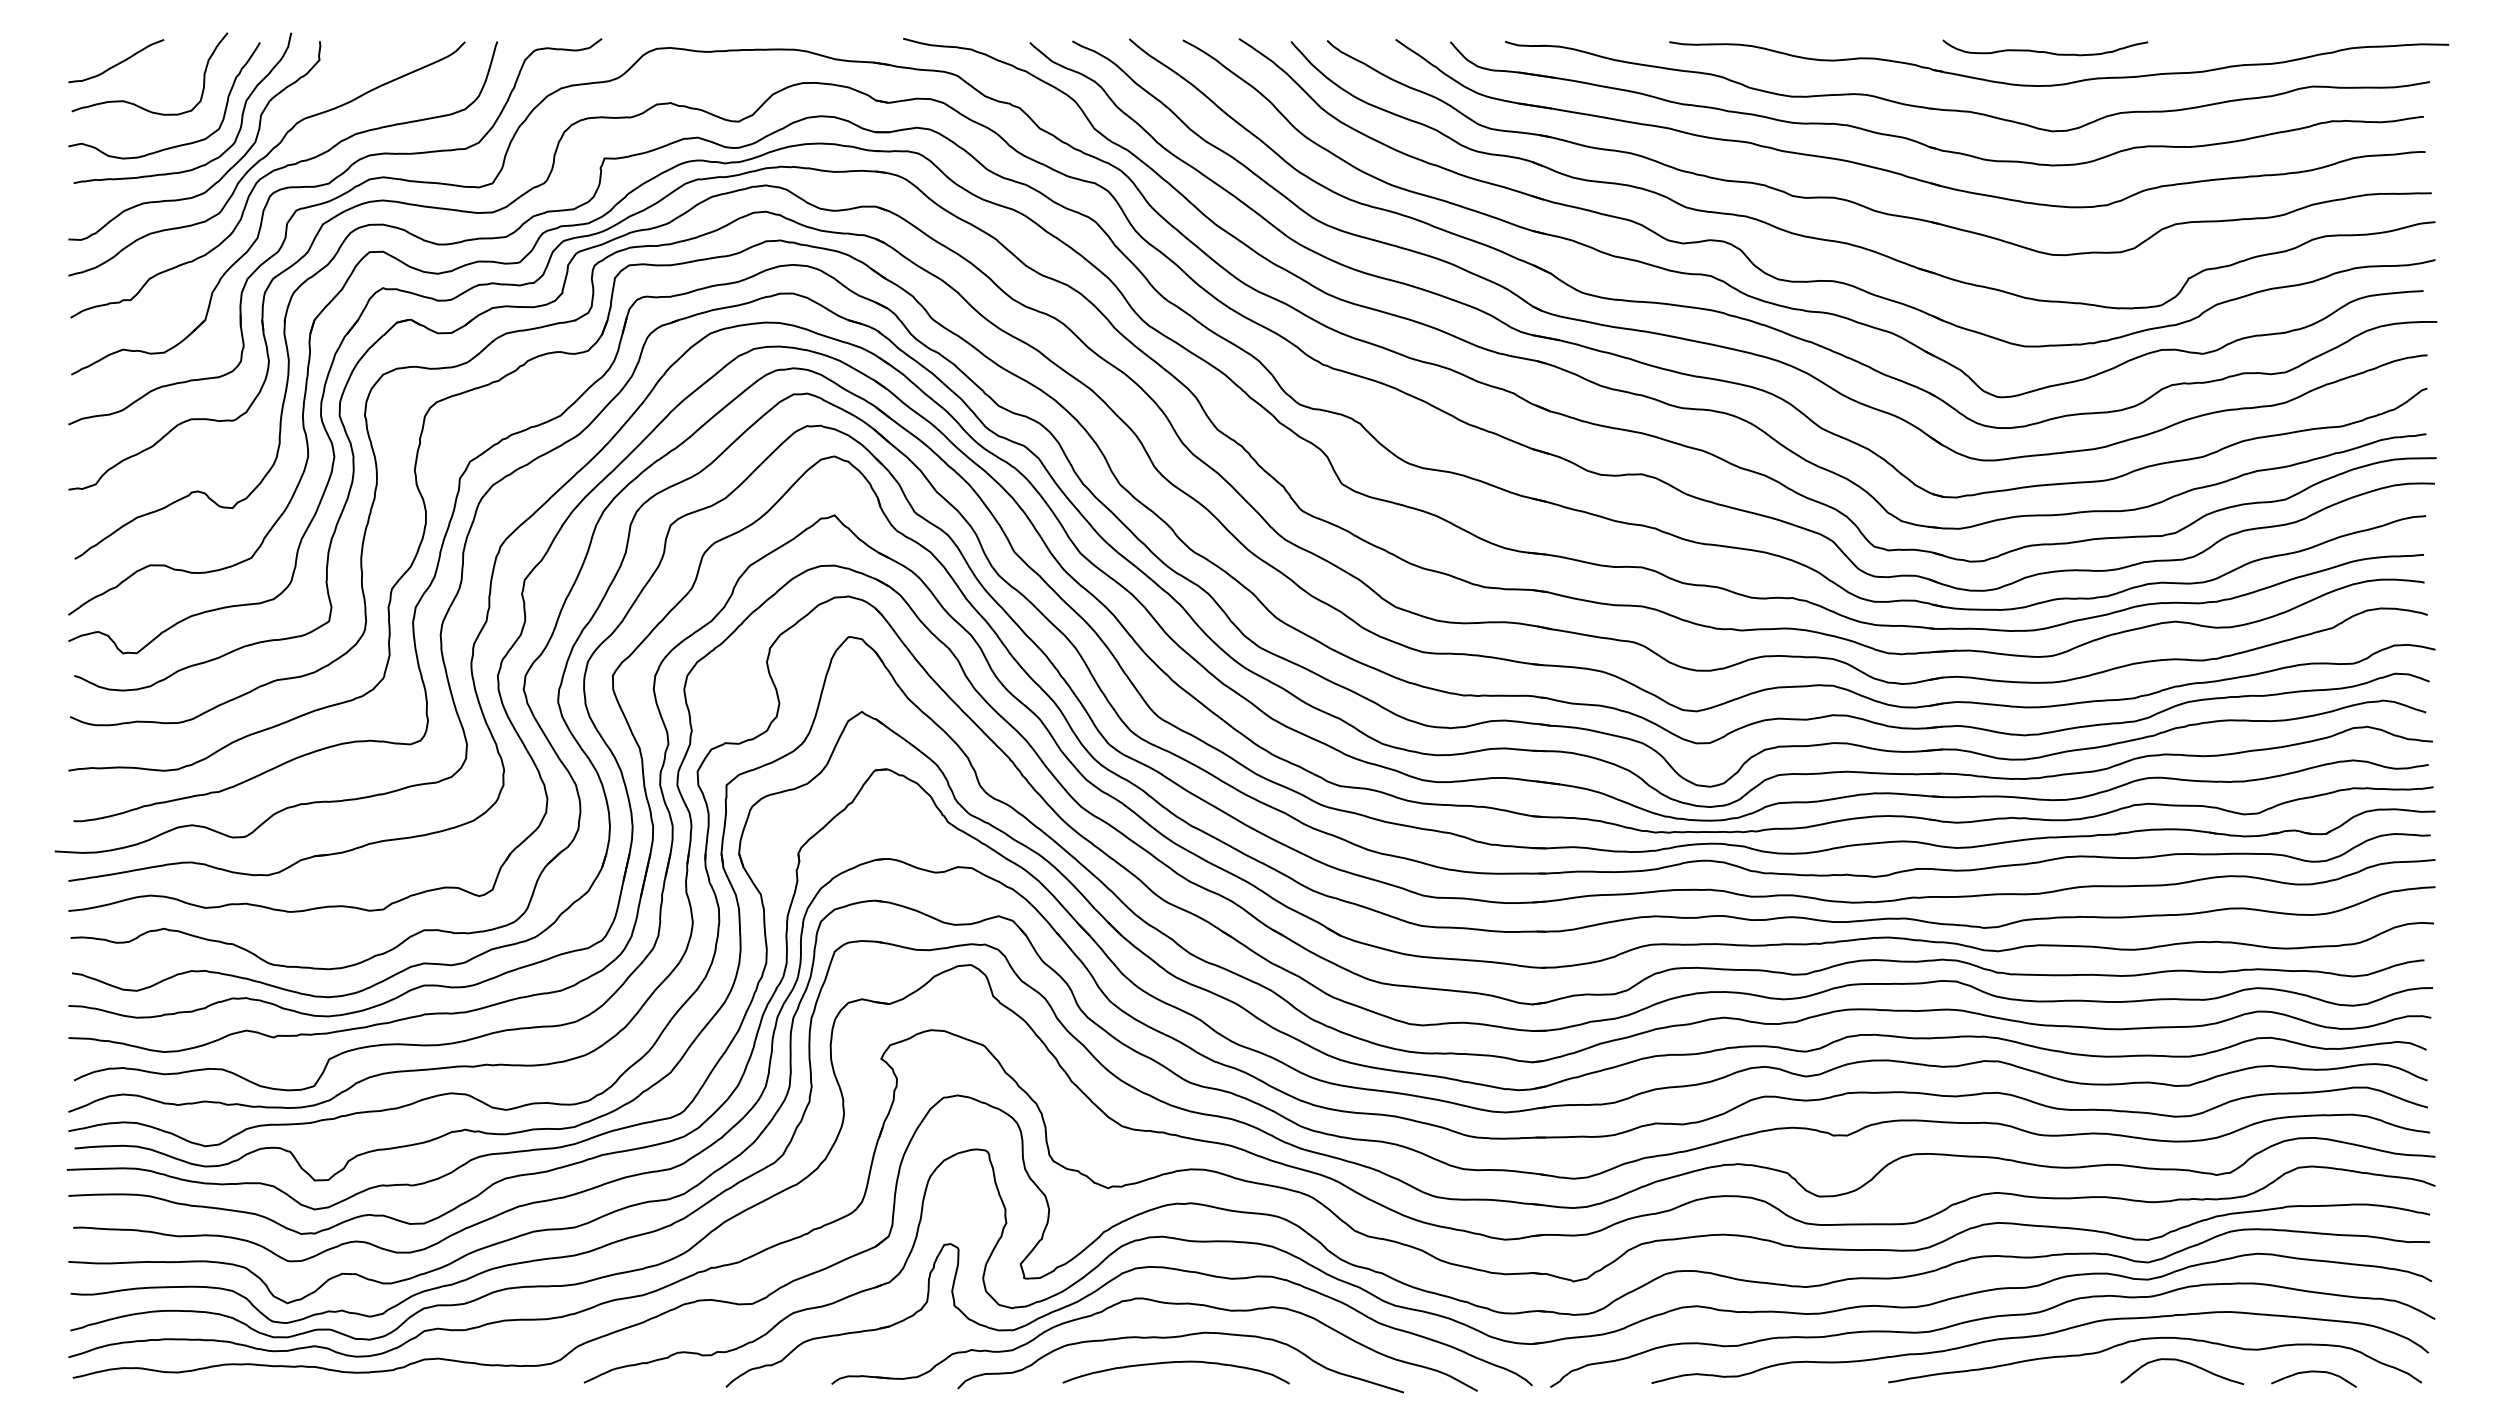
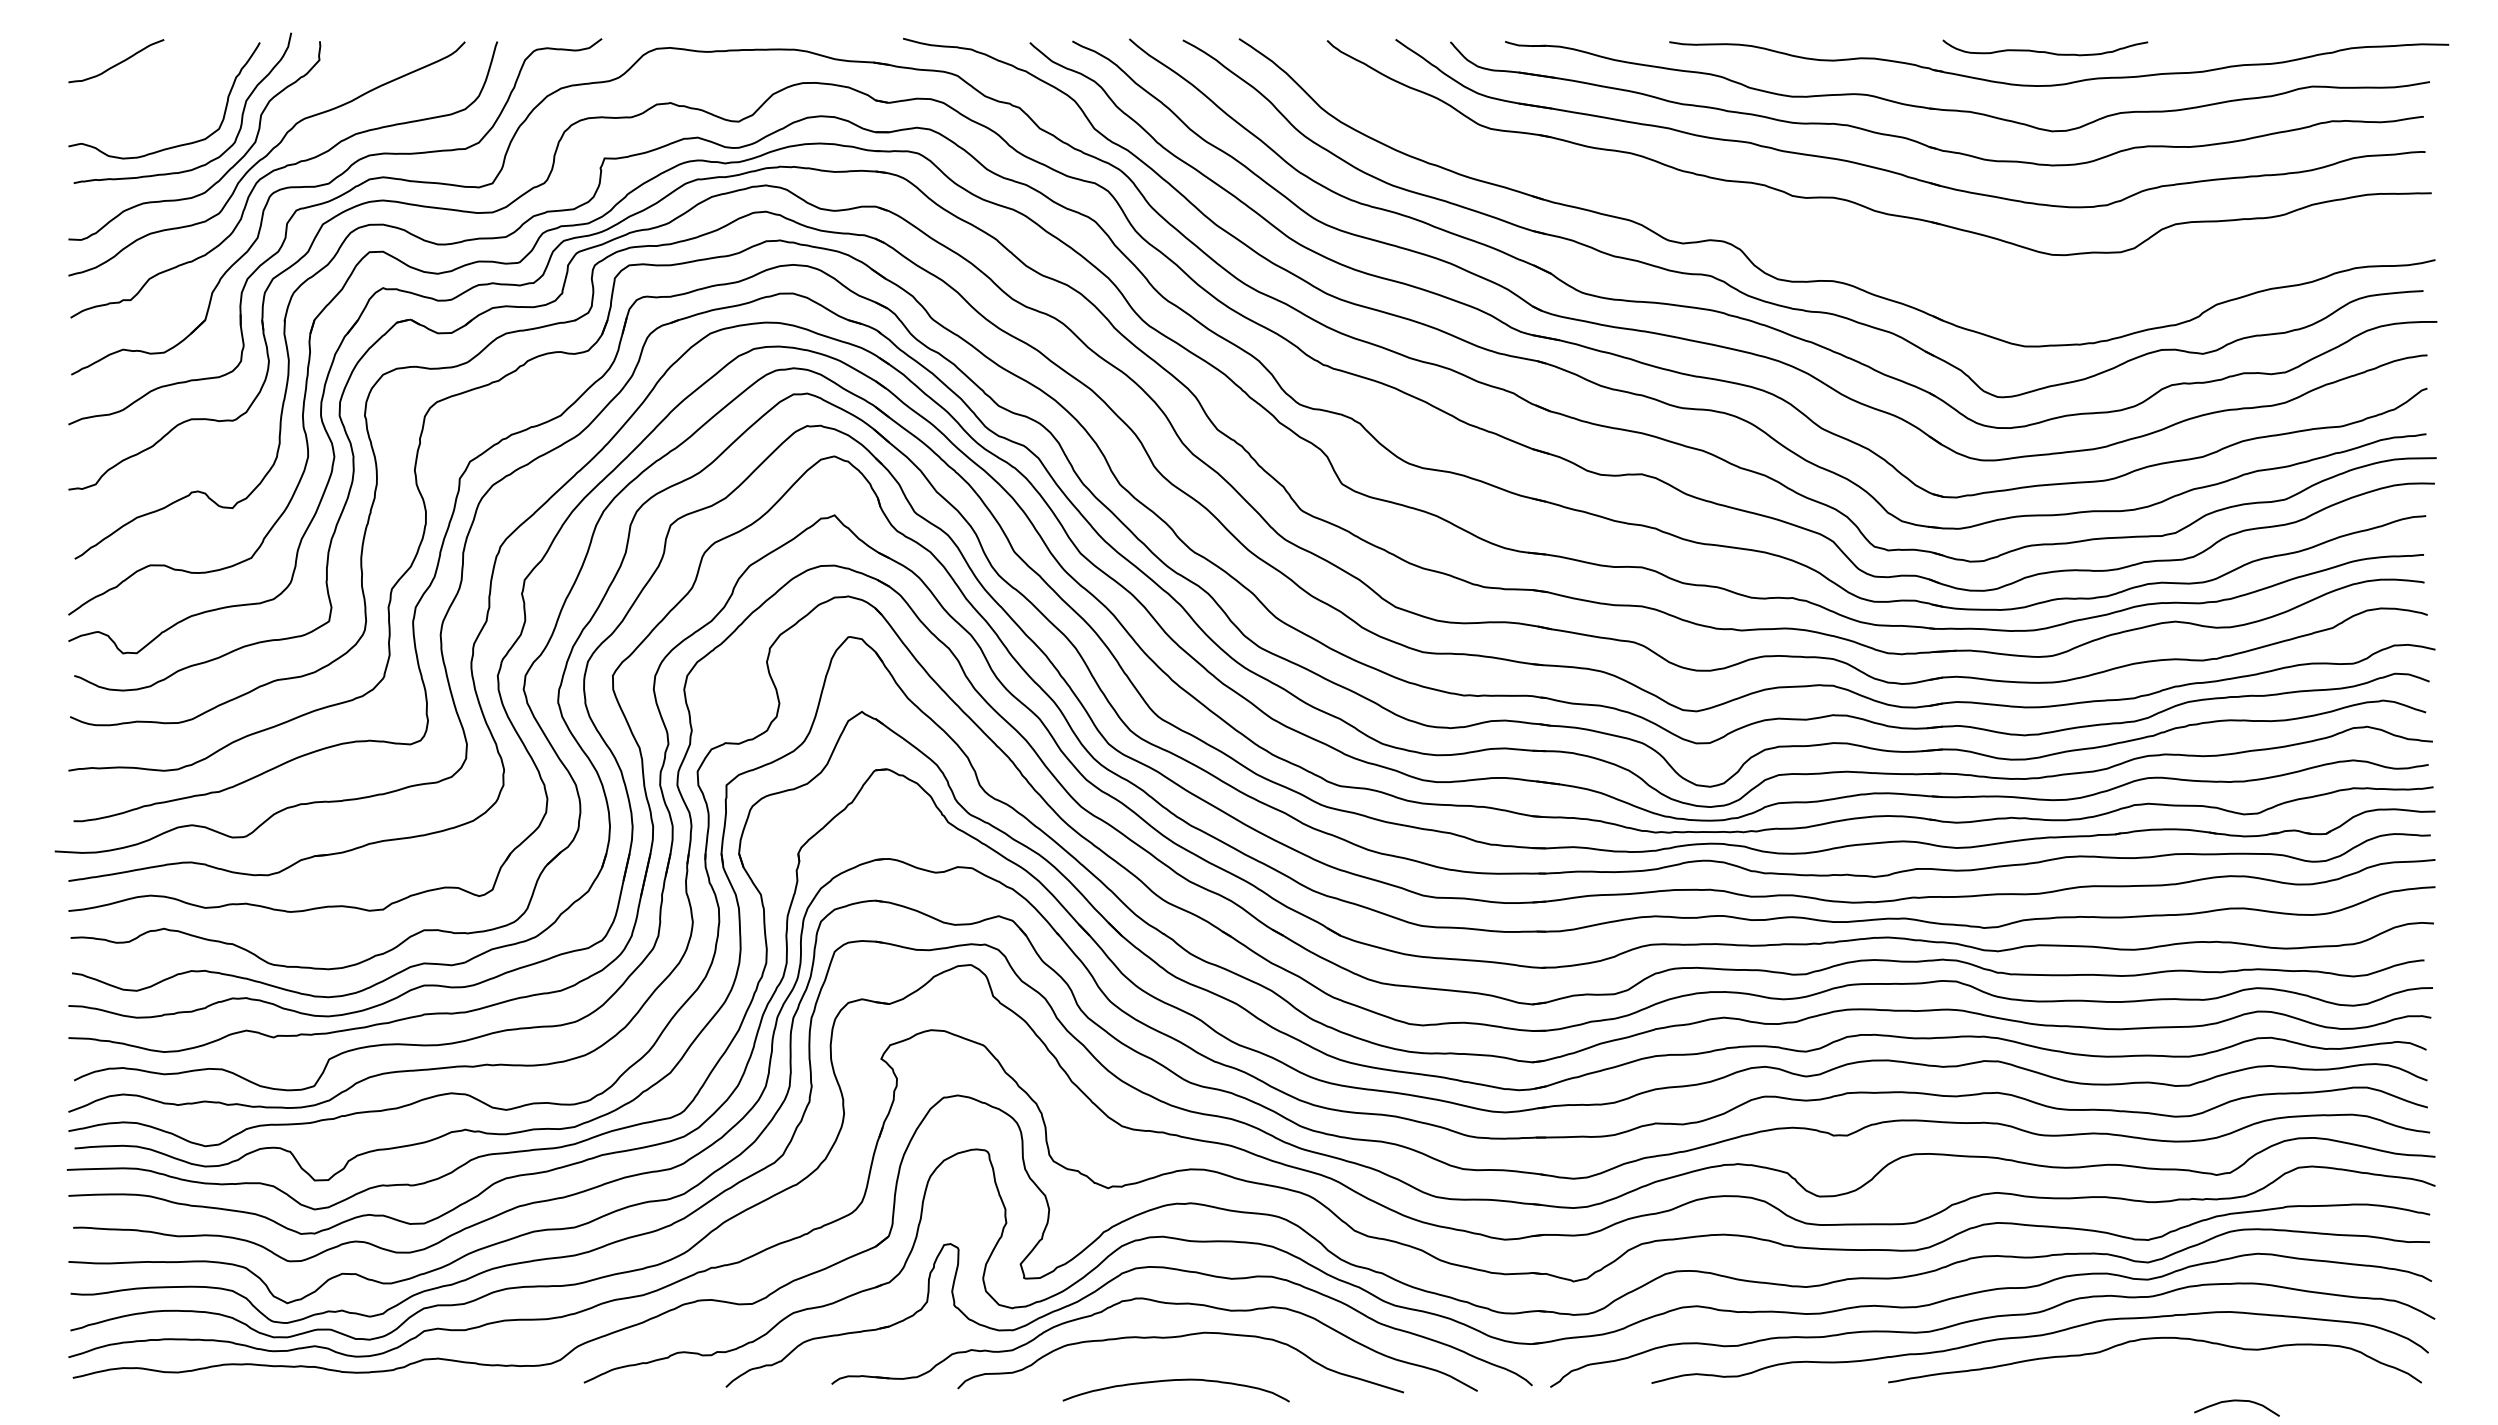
curve at (134, 103): present -> none
part at (1847, 242): present -> none
curve at (1172, 1363) position: (1172, 1363) -> (1172, 1381)
curve at (2185, 1363): present -> none
curve at (2313, 1372) position: (2313, 1372) -> (2236, 1401)
